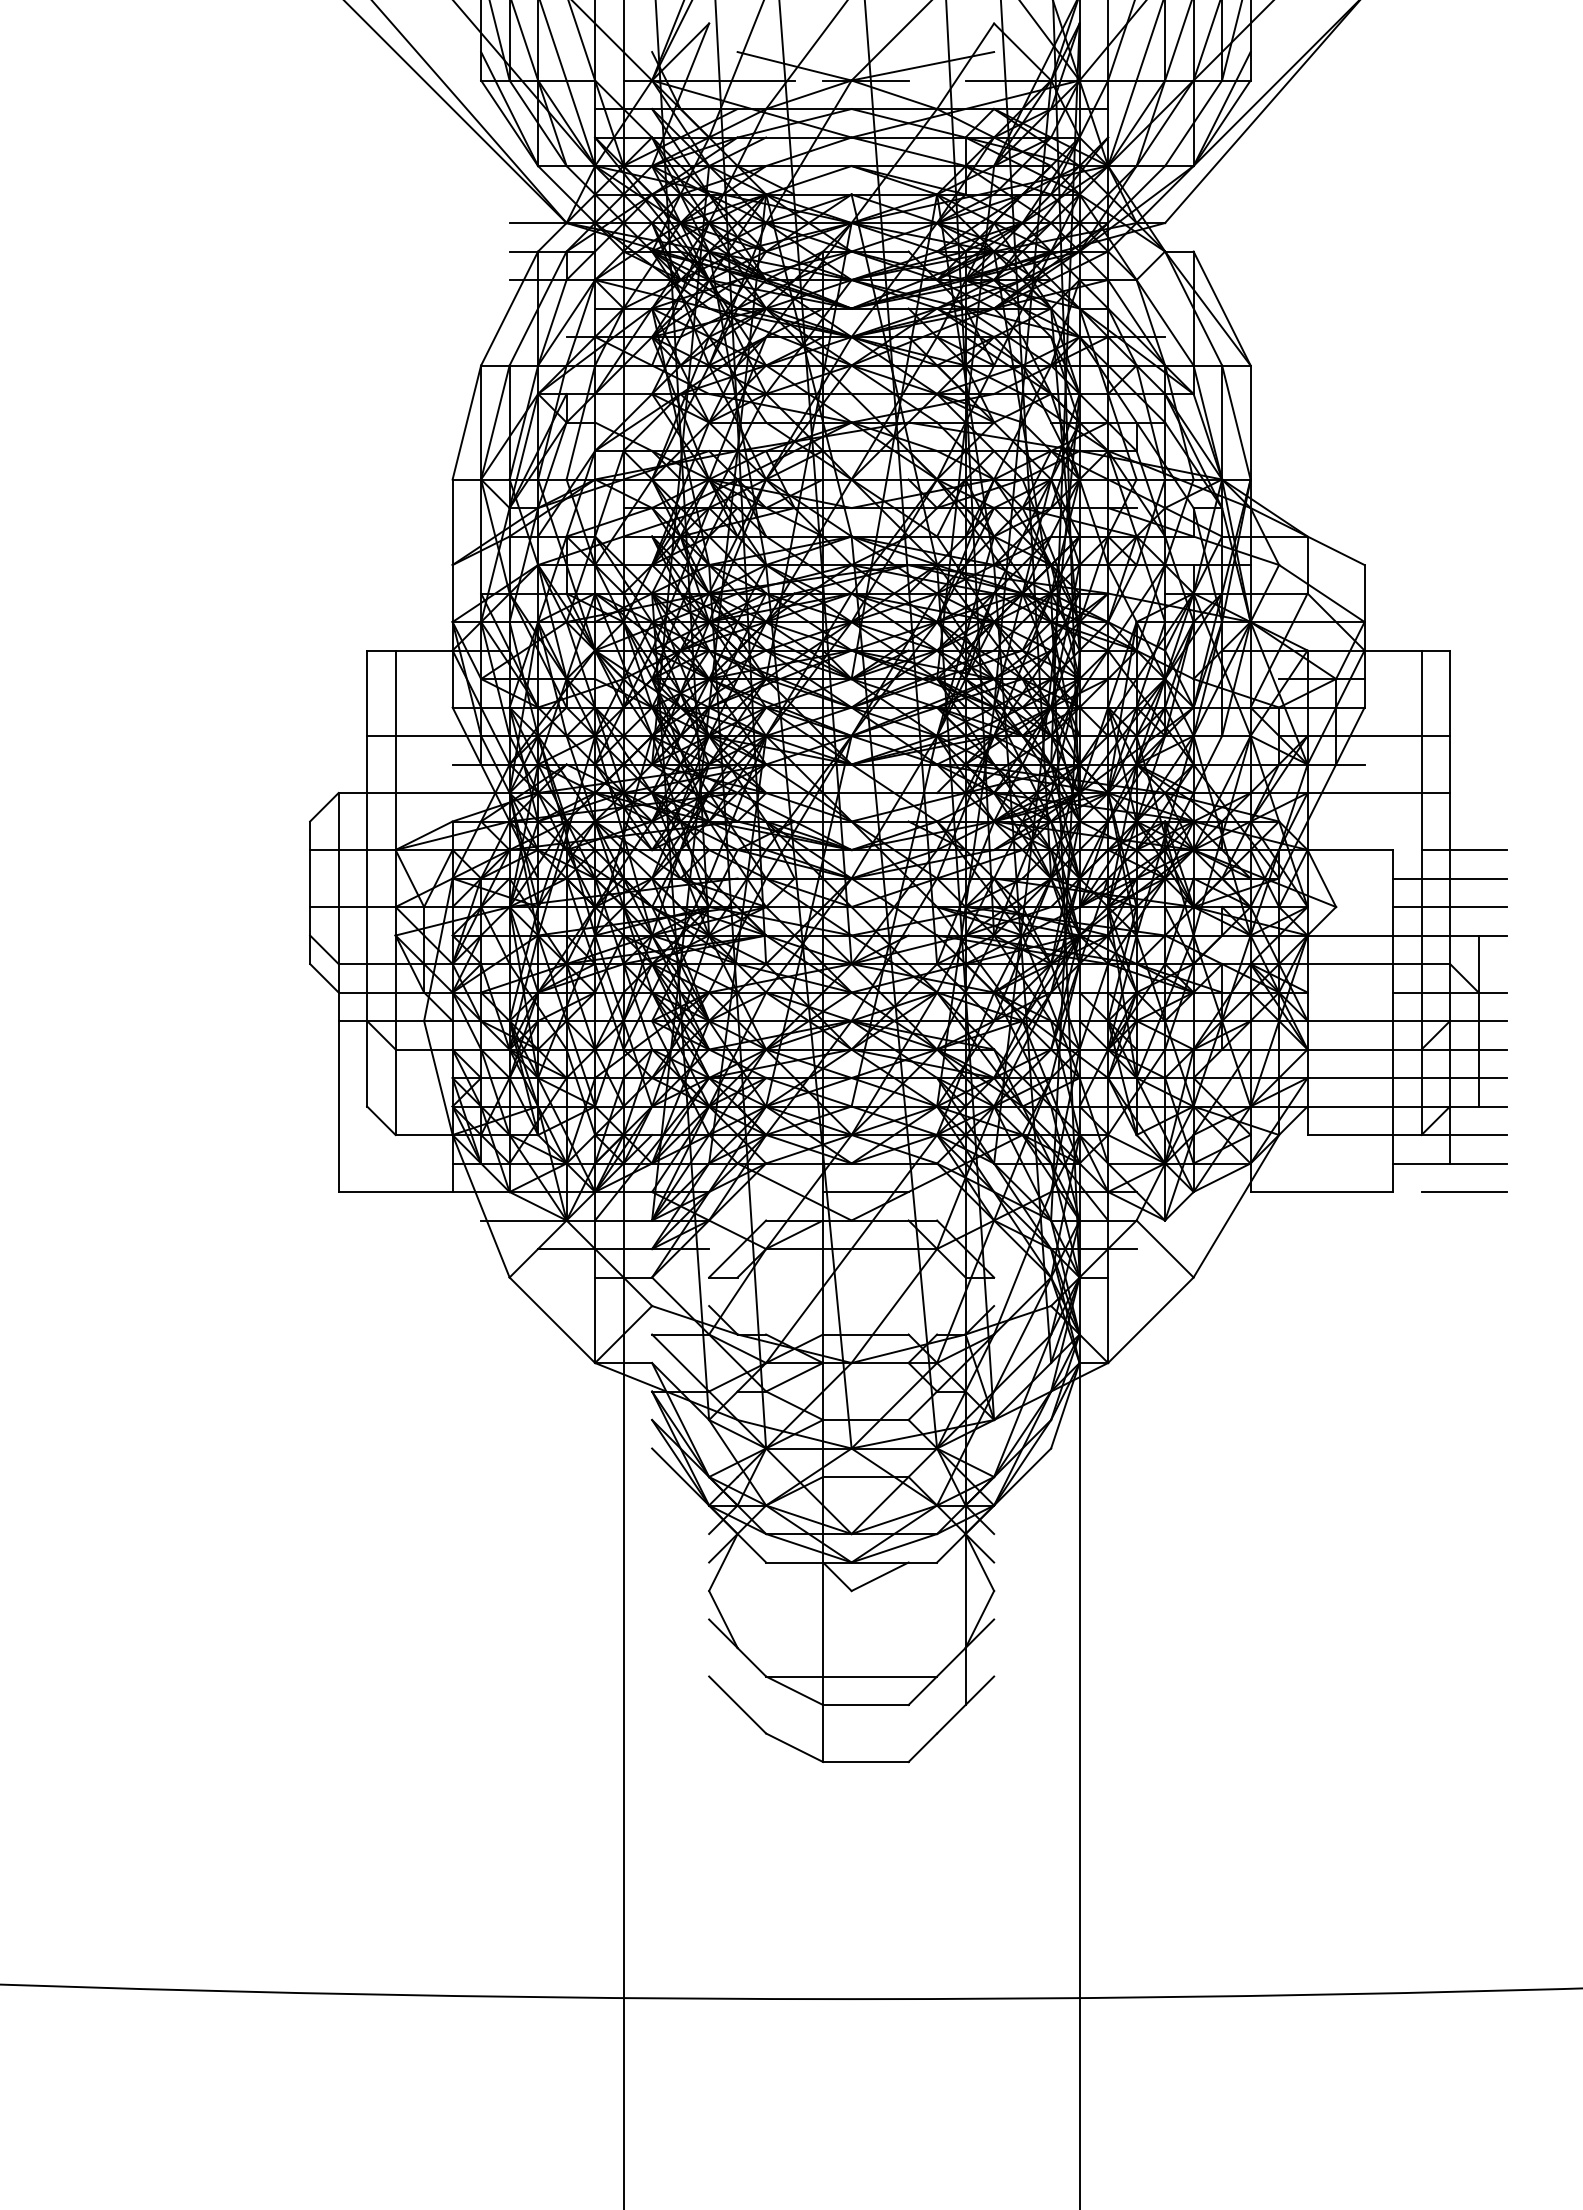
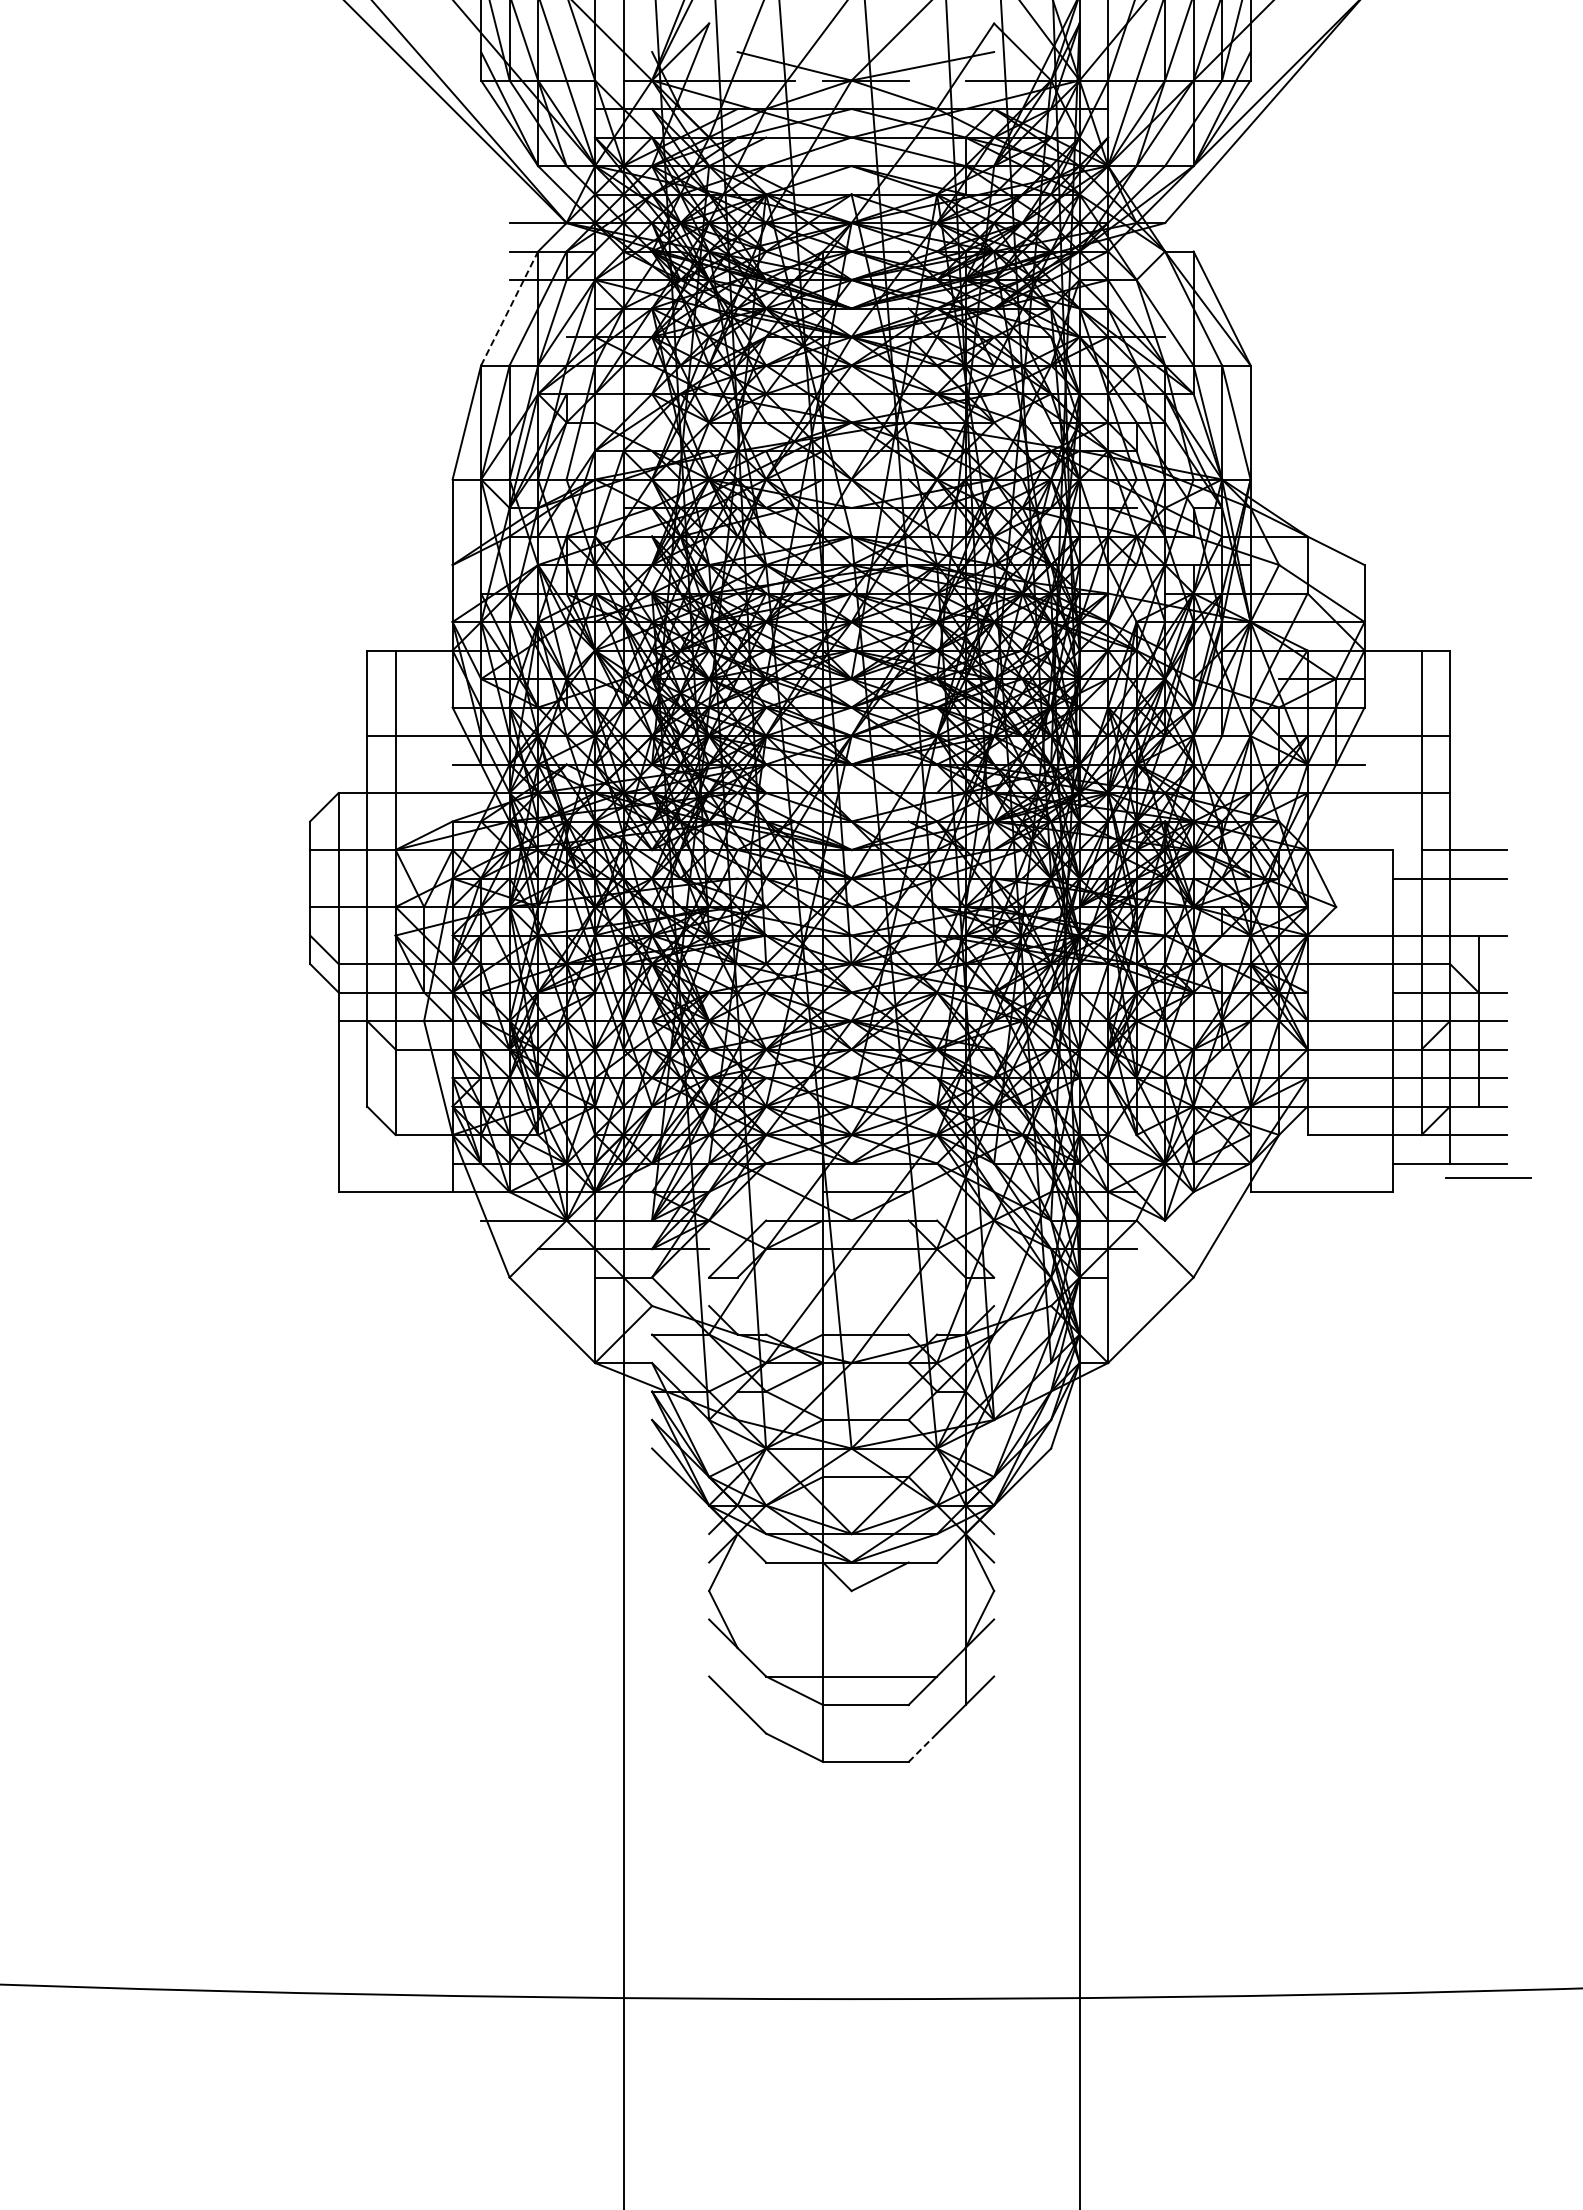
line at (509, 308): solid -> dashed
line at (1450, 907): present -> none
line at (1464, 1191) position: (1464, 1191) -> (1488, 1177)
line at (923, 1747): solid -> dashed
